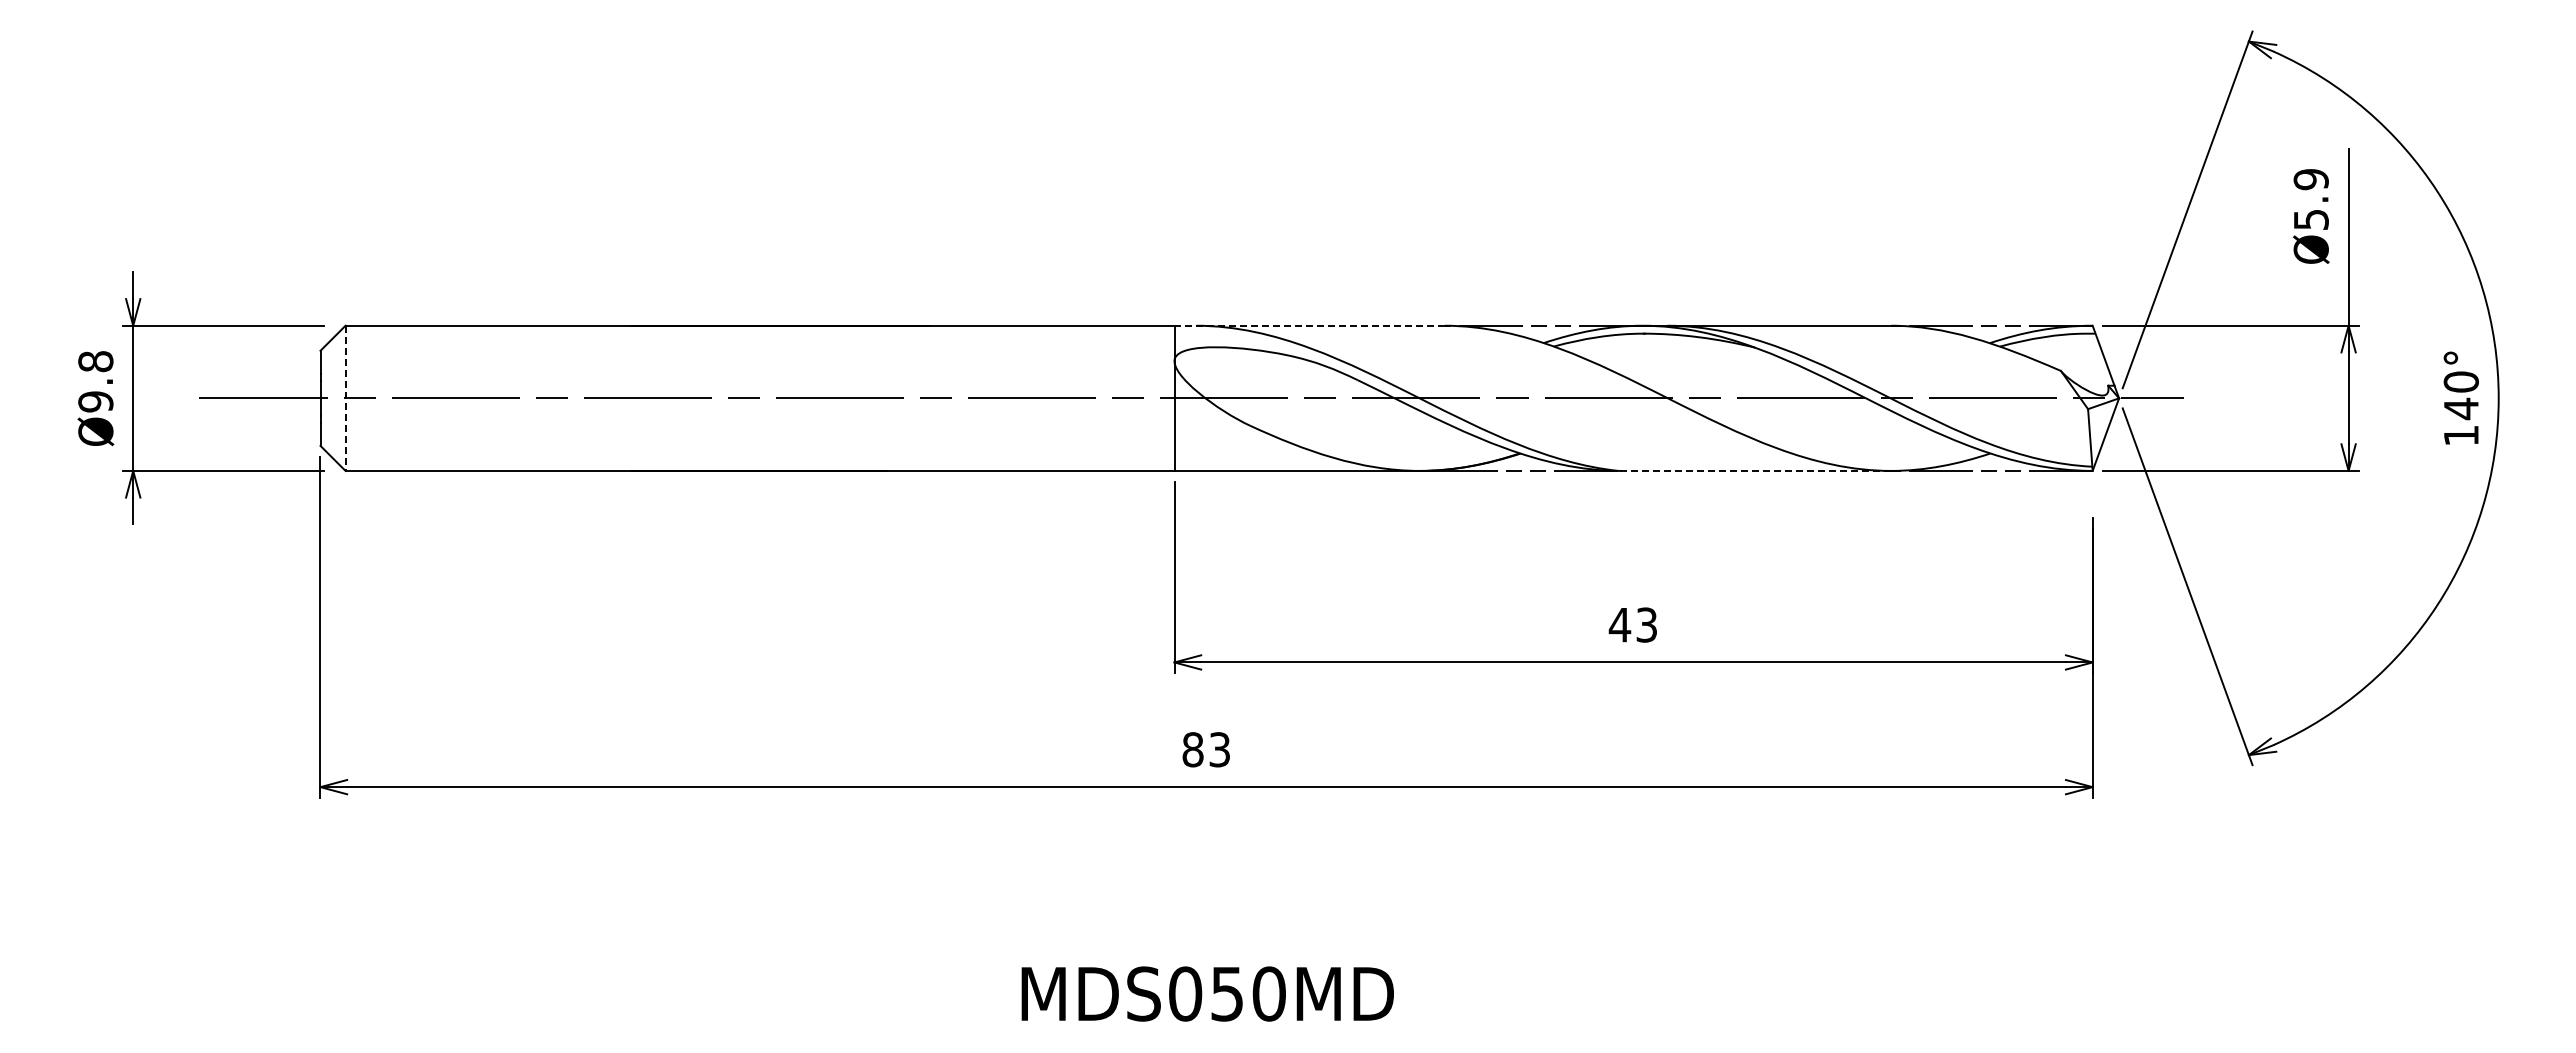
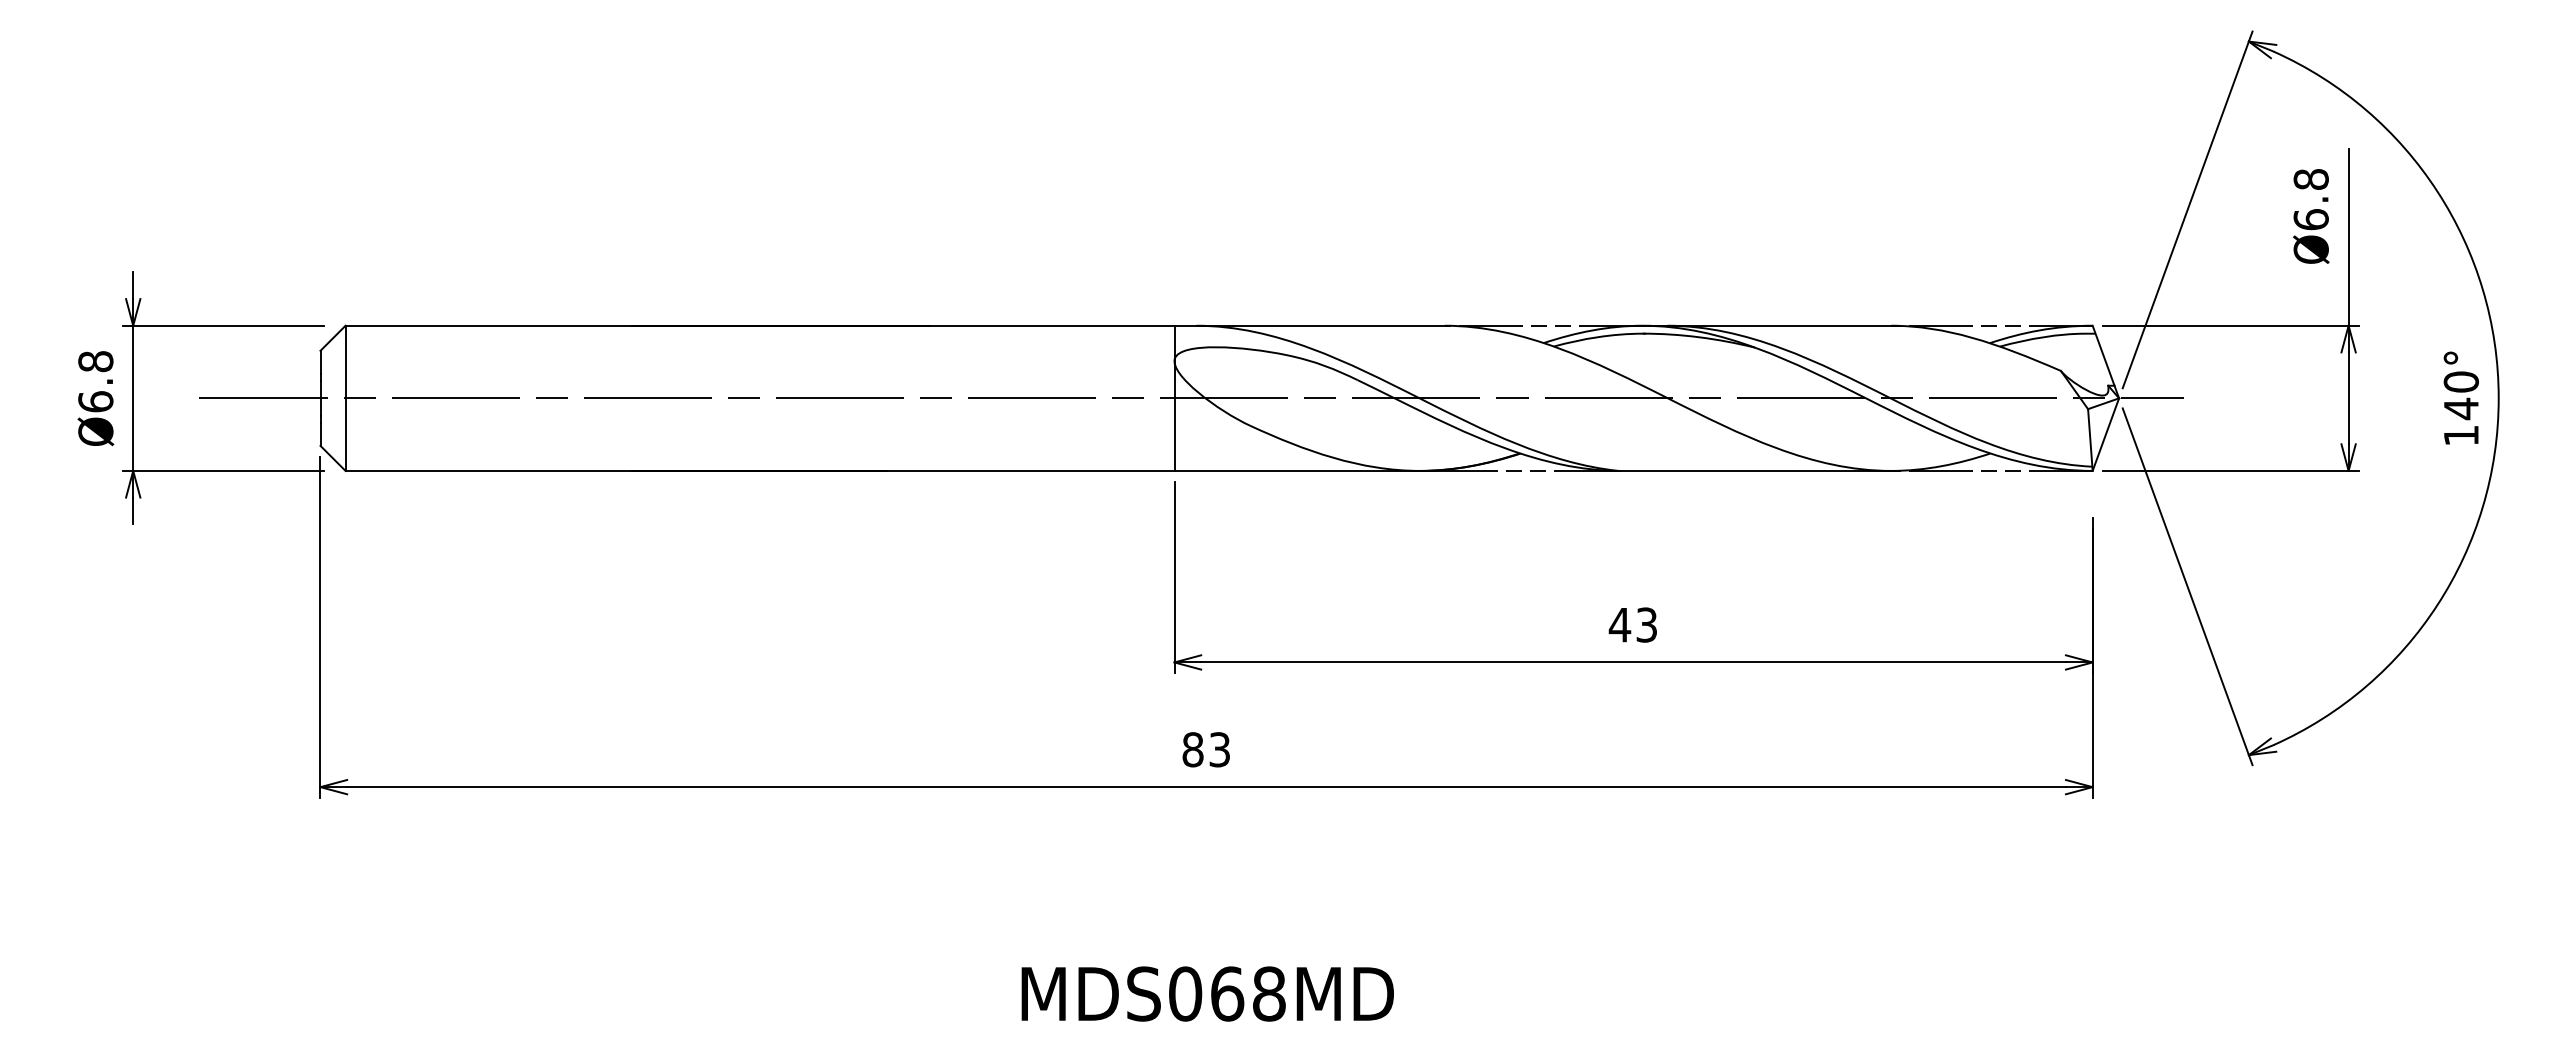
text at (2310, 199): Ø5.9 -> Ø6.8
line at (1309, 325): dashed -> solid
line at (345, 398): dashed -> solid
text at (95, 401): Ø9.8 -> Ø6.8
line at (1754, 470): dashed -> solid
text at (1248, 993): MDS050MD -> MDS068MD
